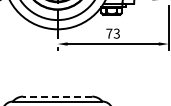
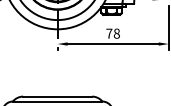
text at (116, 33): 73 -> 78
line at (57, 96): dashed -> solid
